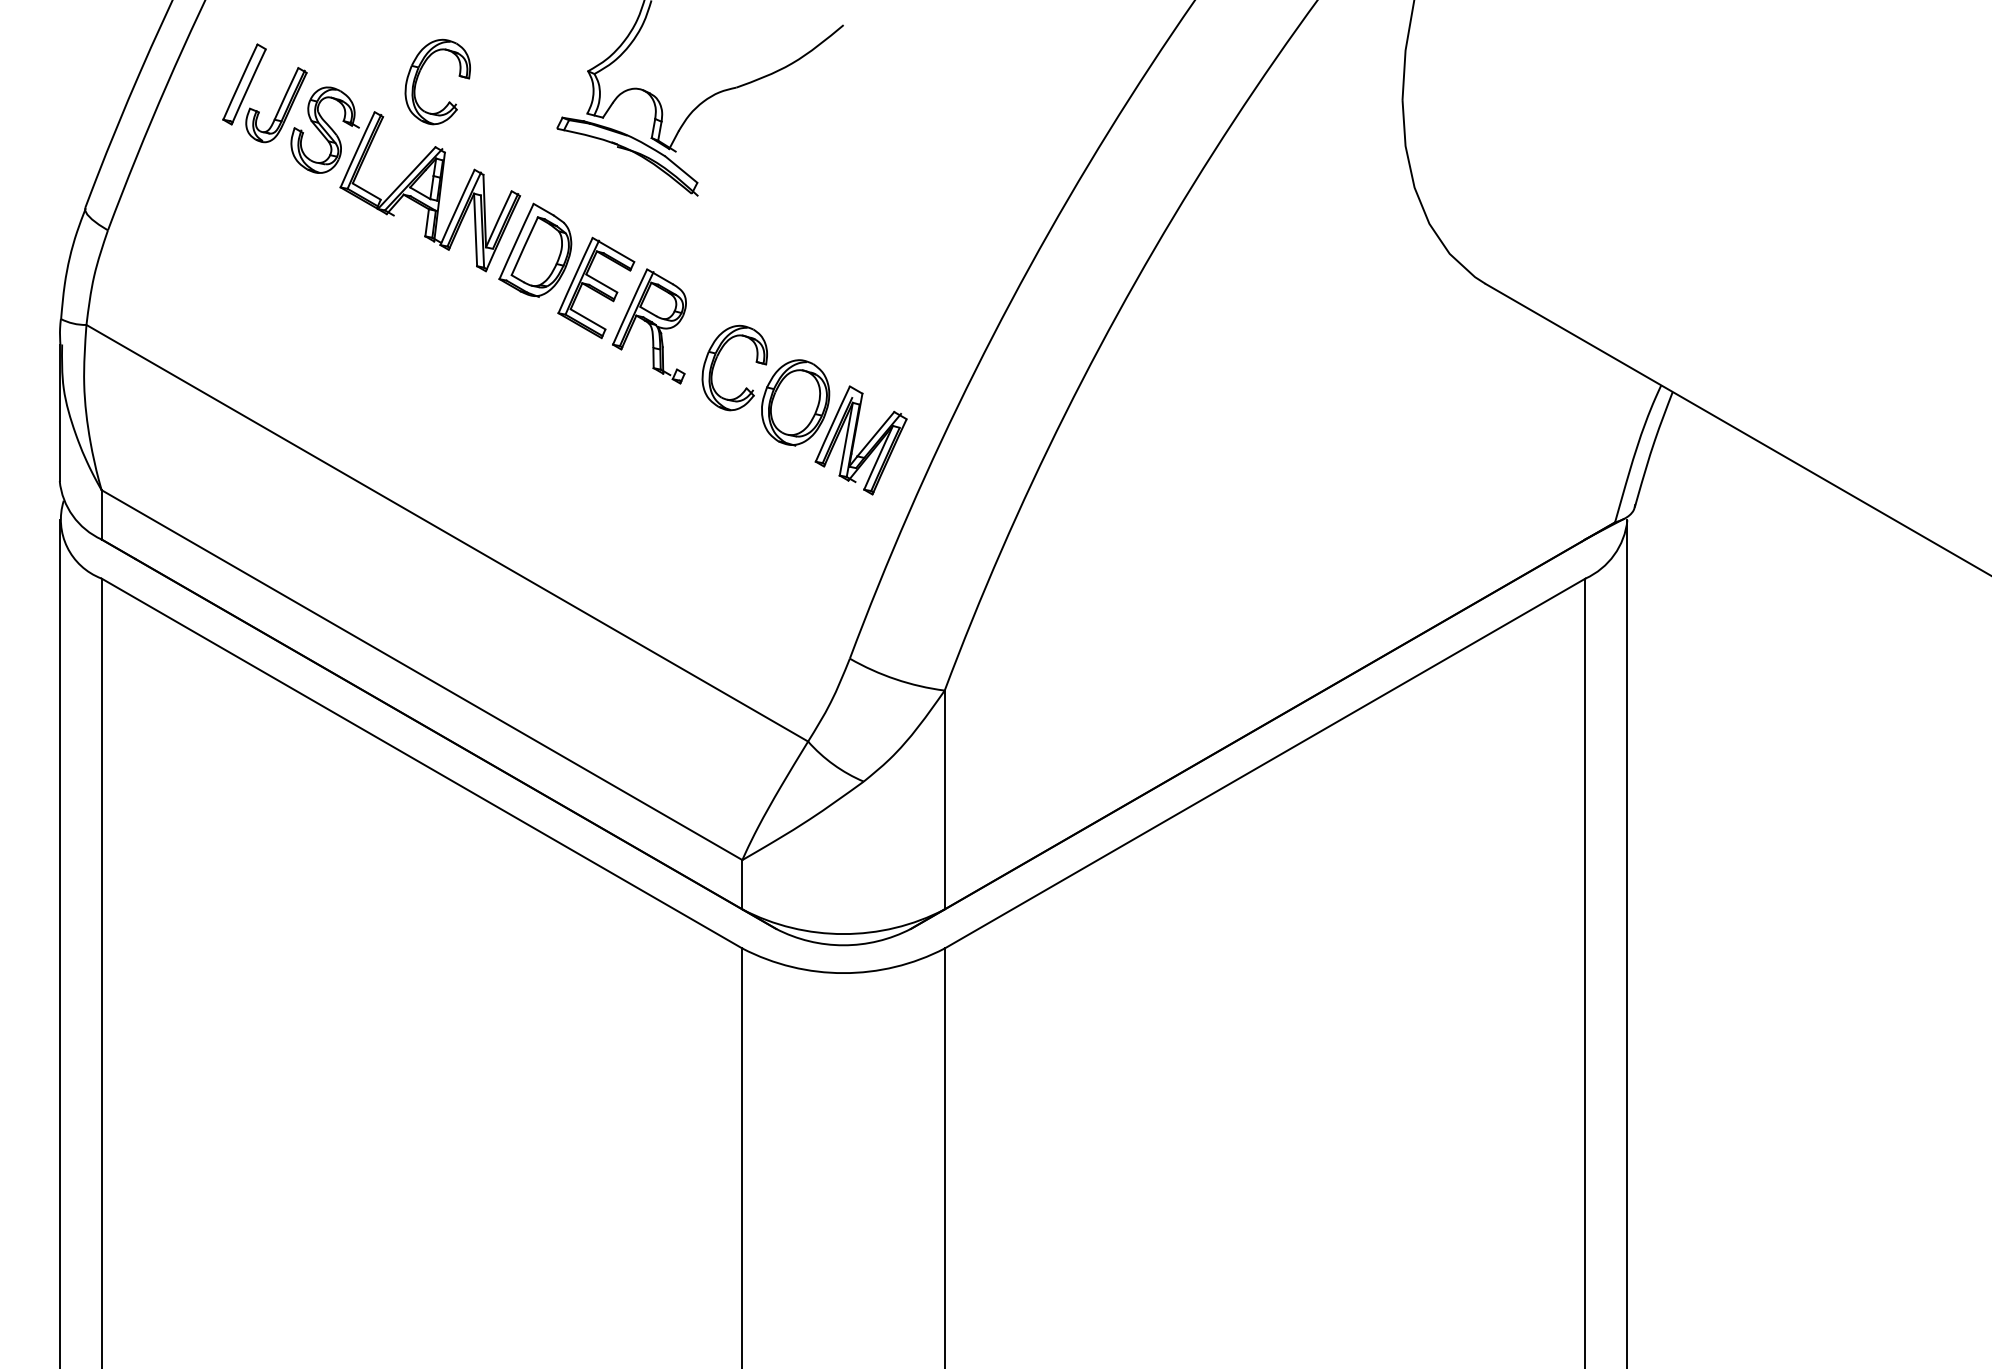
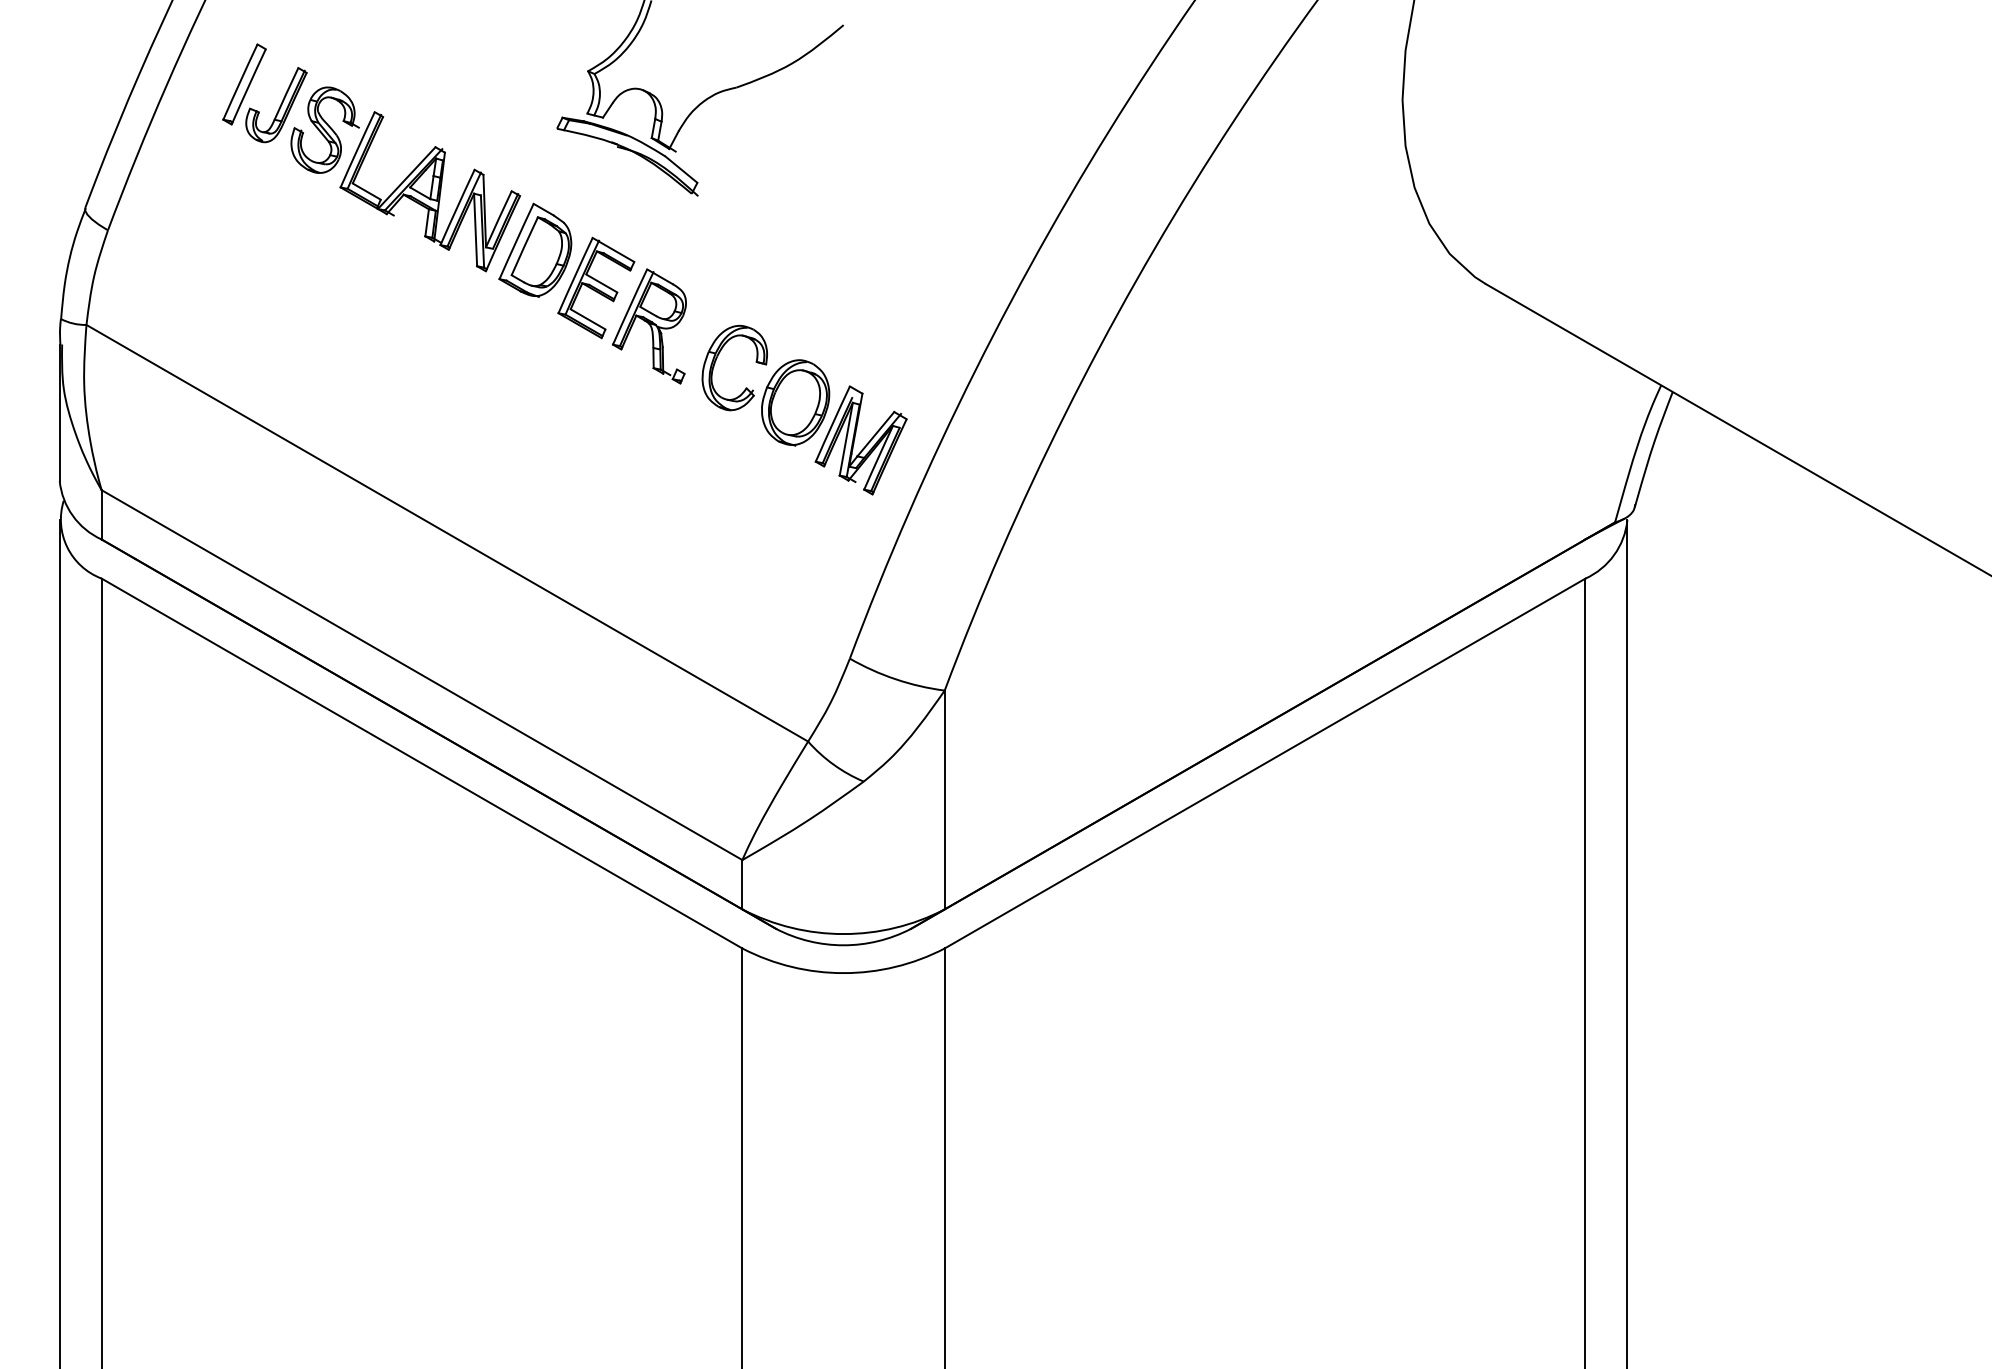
part at (419, 75): present -> none
